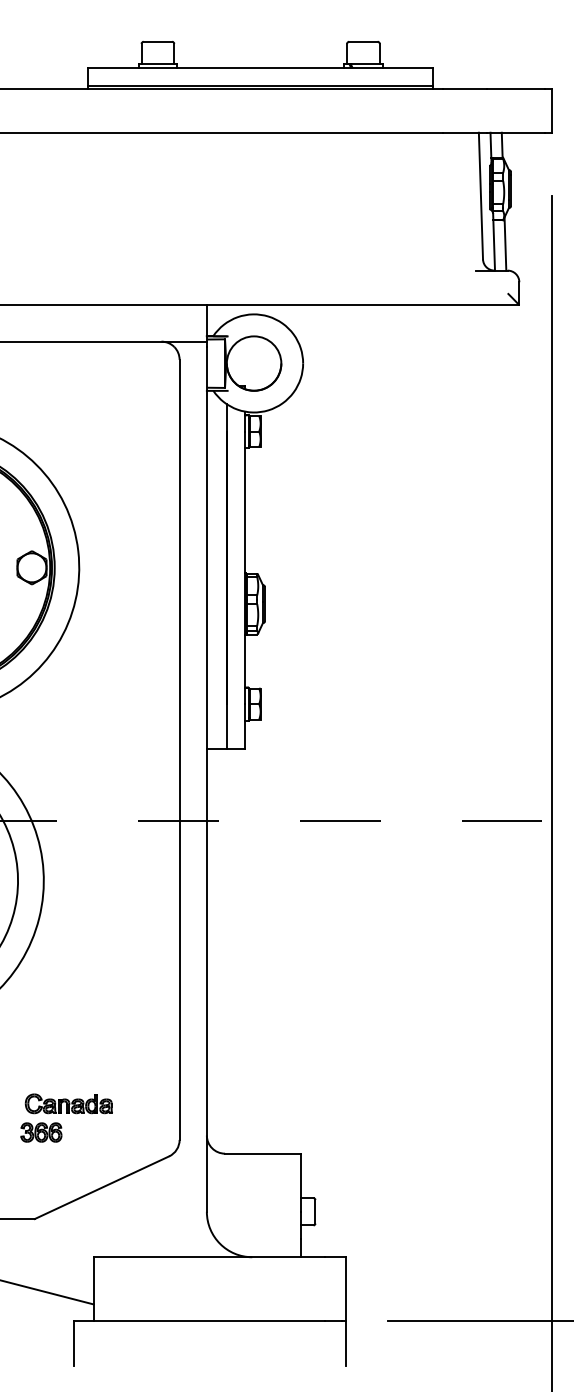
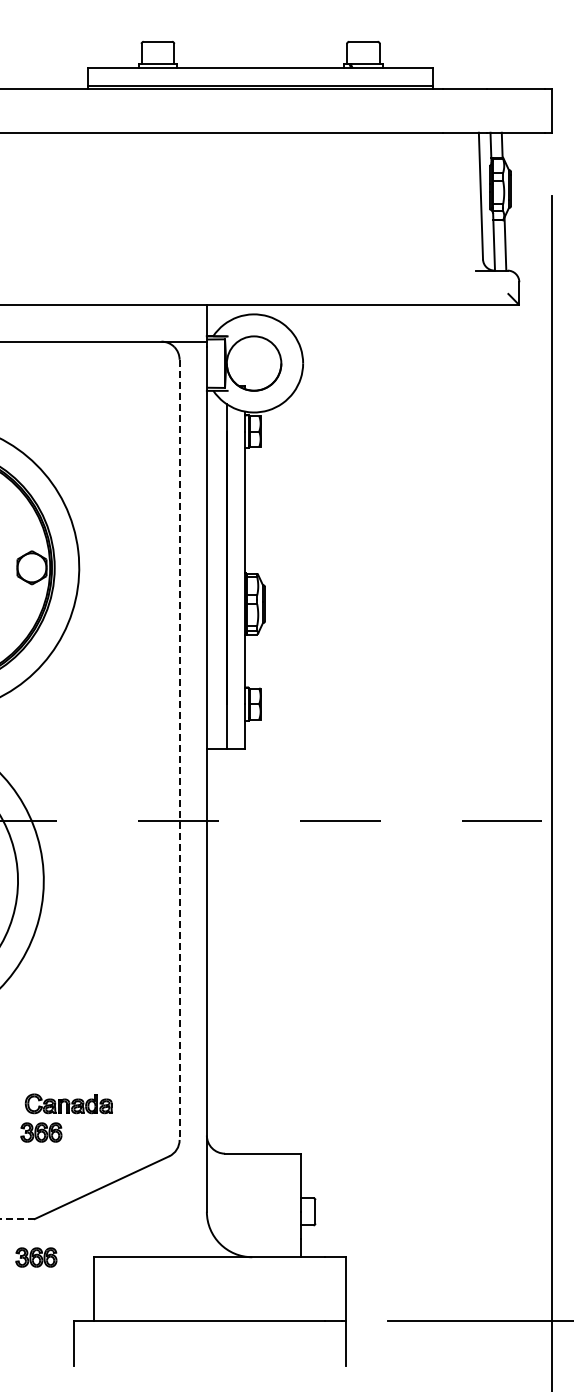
line at (179, 750): solid -> dashed
line at (17, 1219): solid -> dashed
part at (36, 1257): none -> present
line at (47, 1292): present -> none
